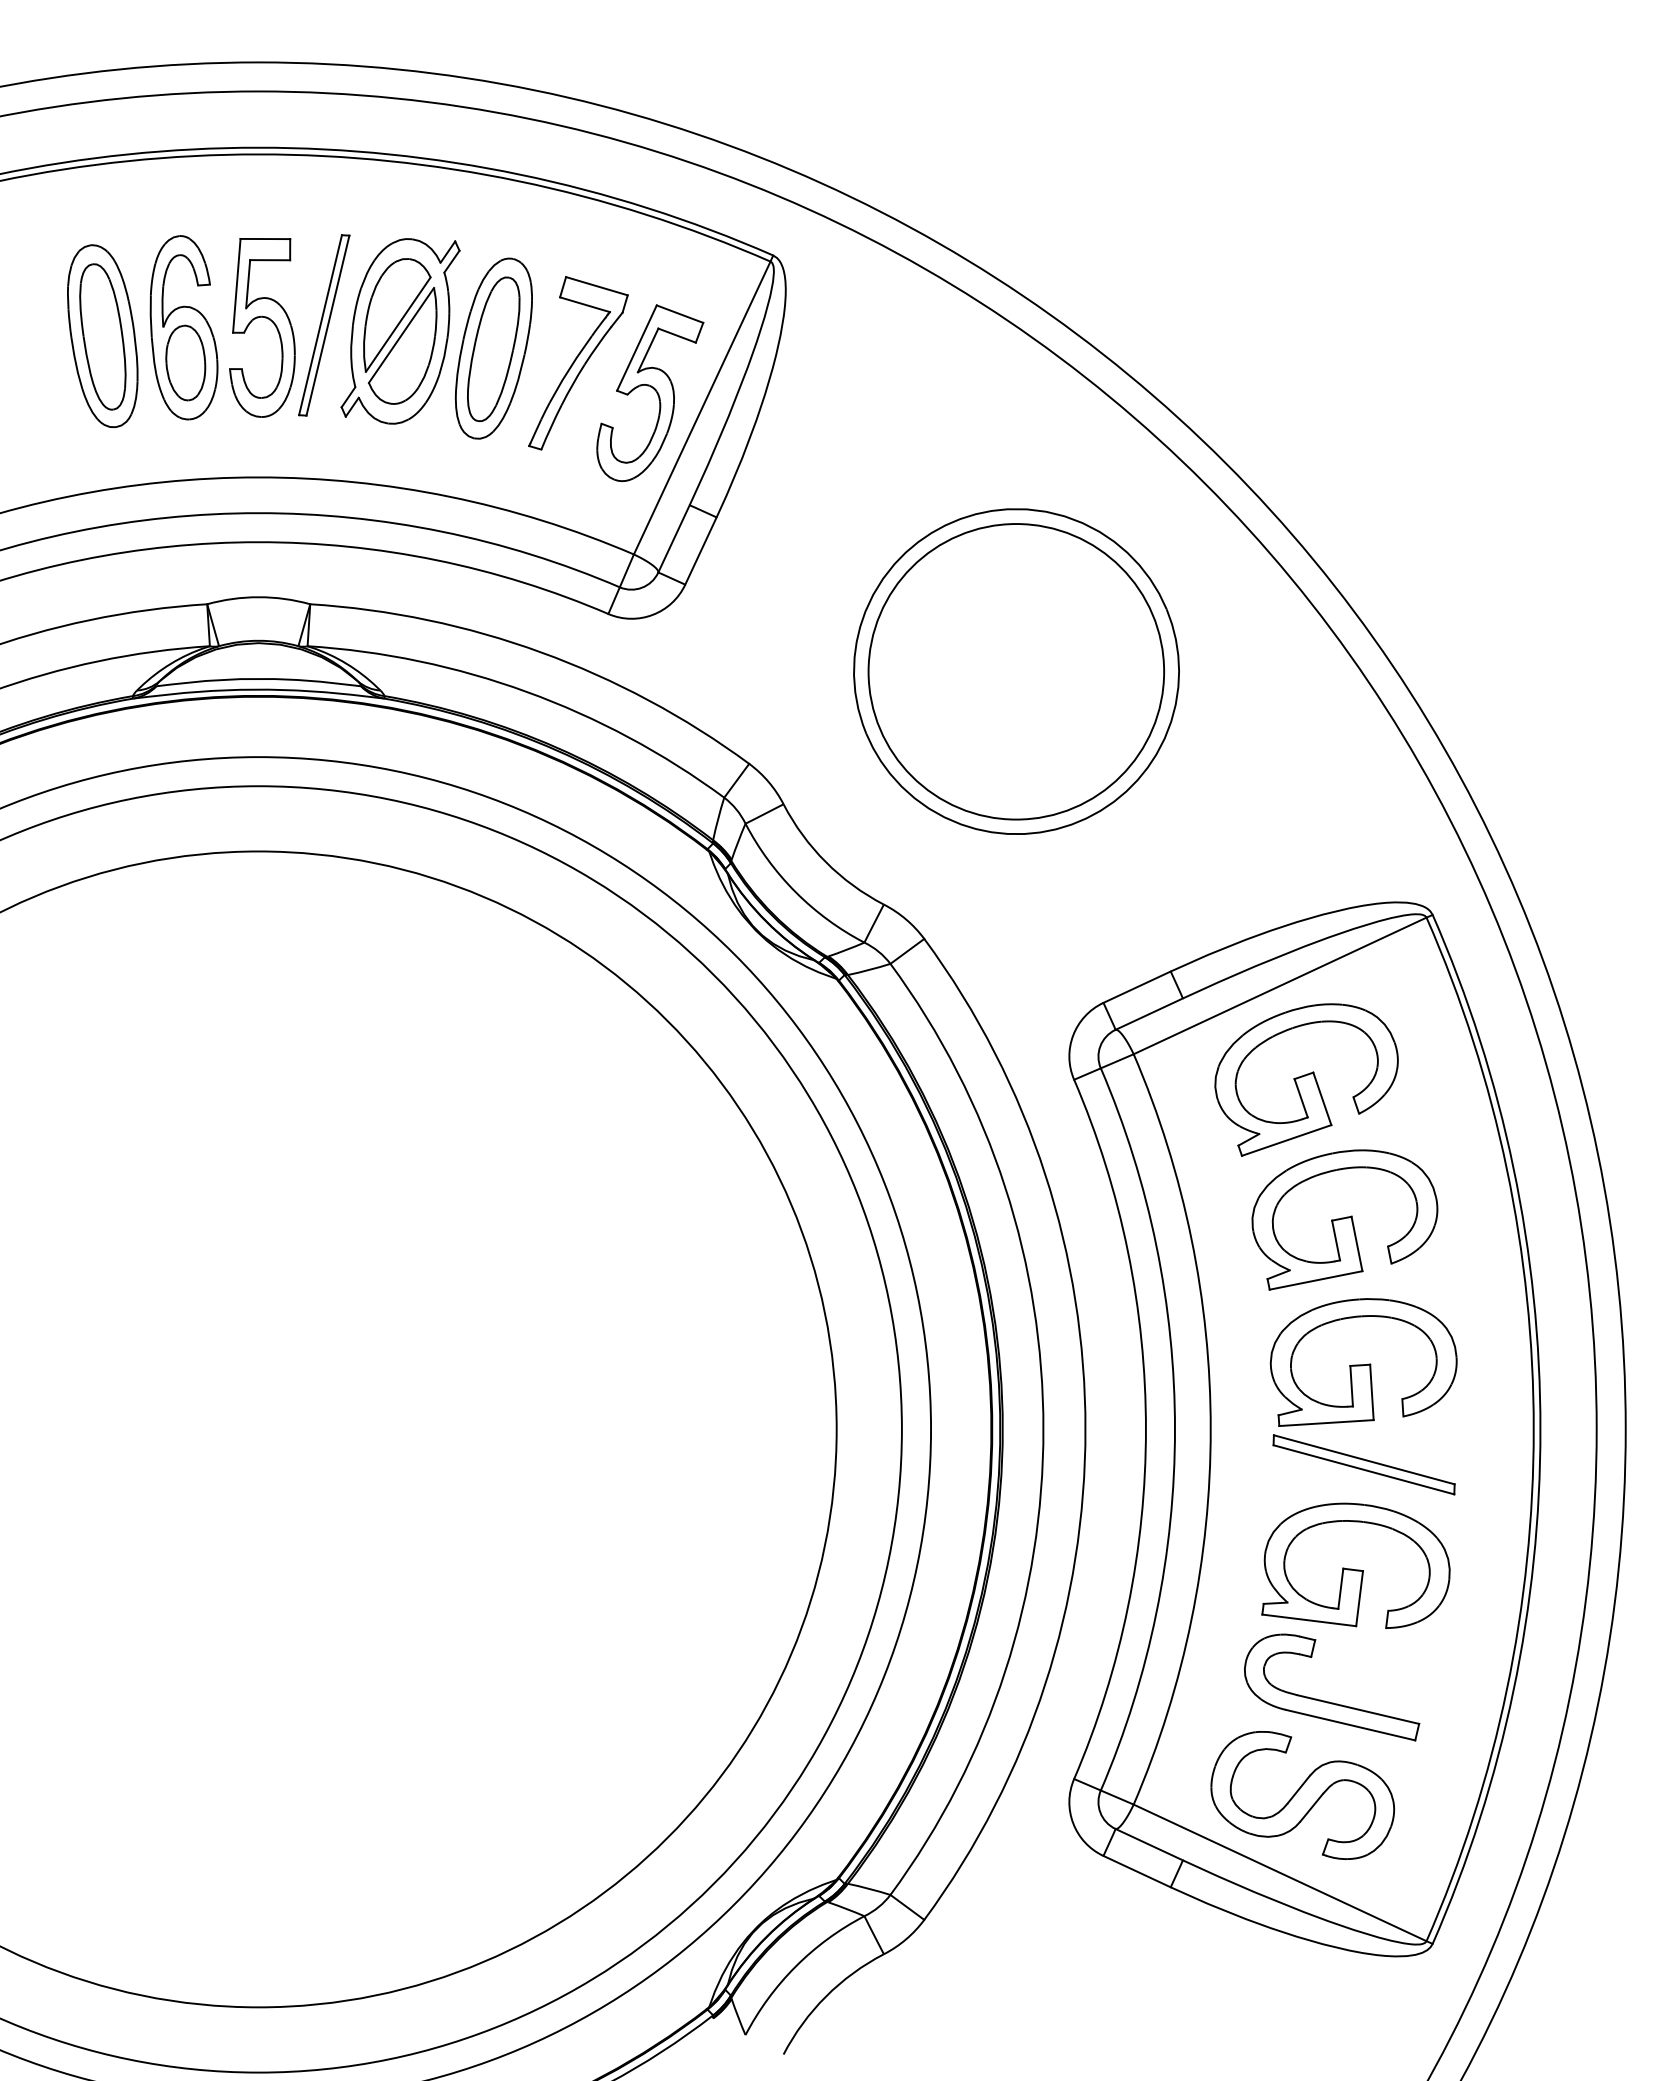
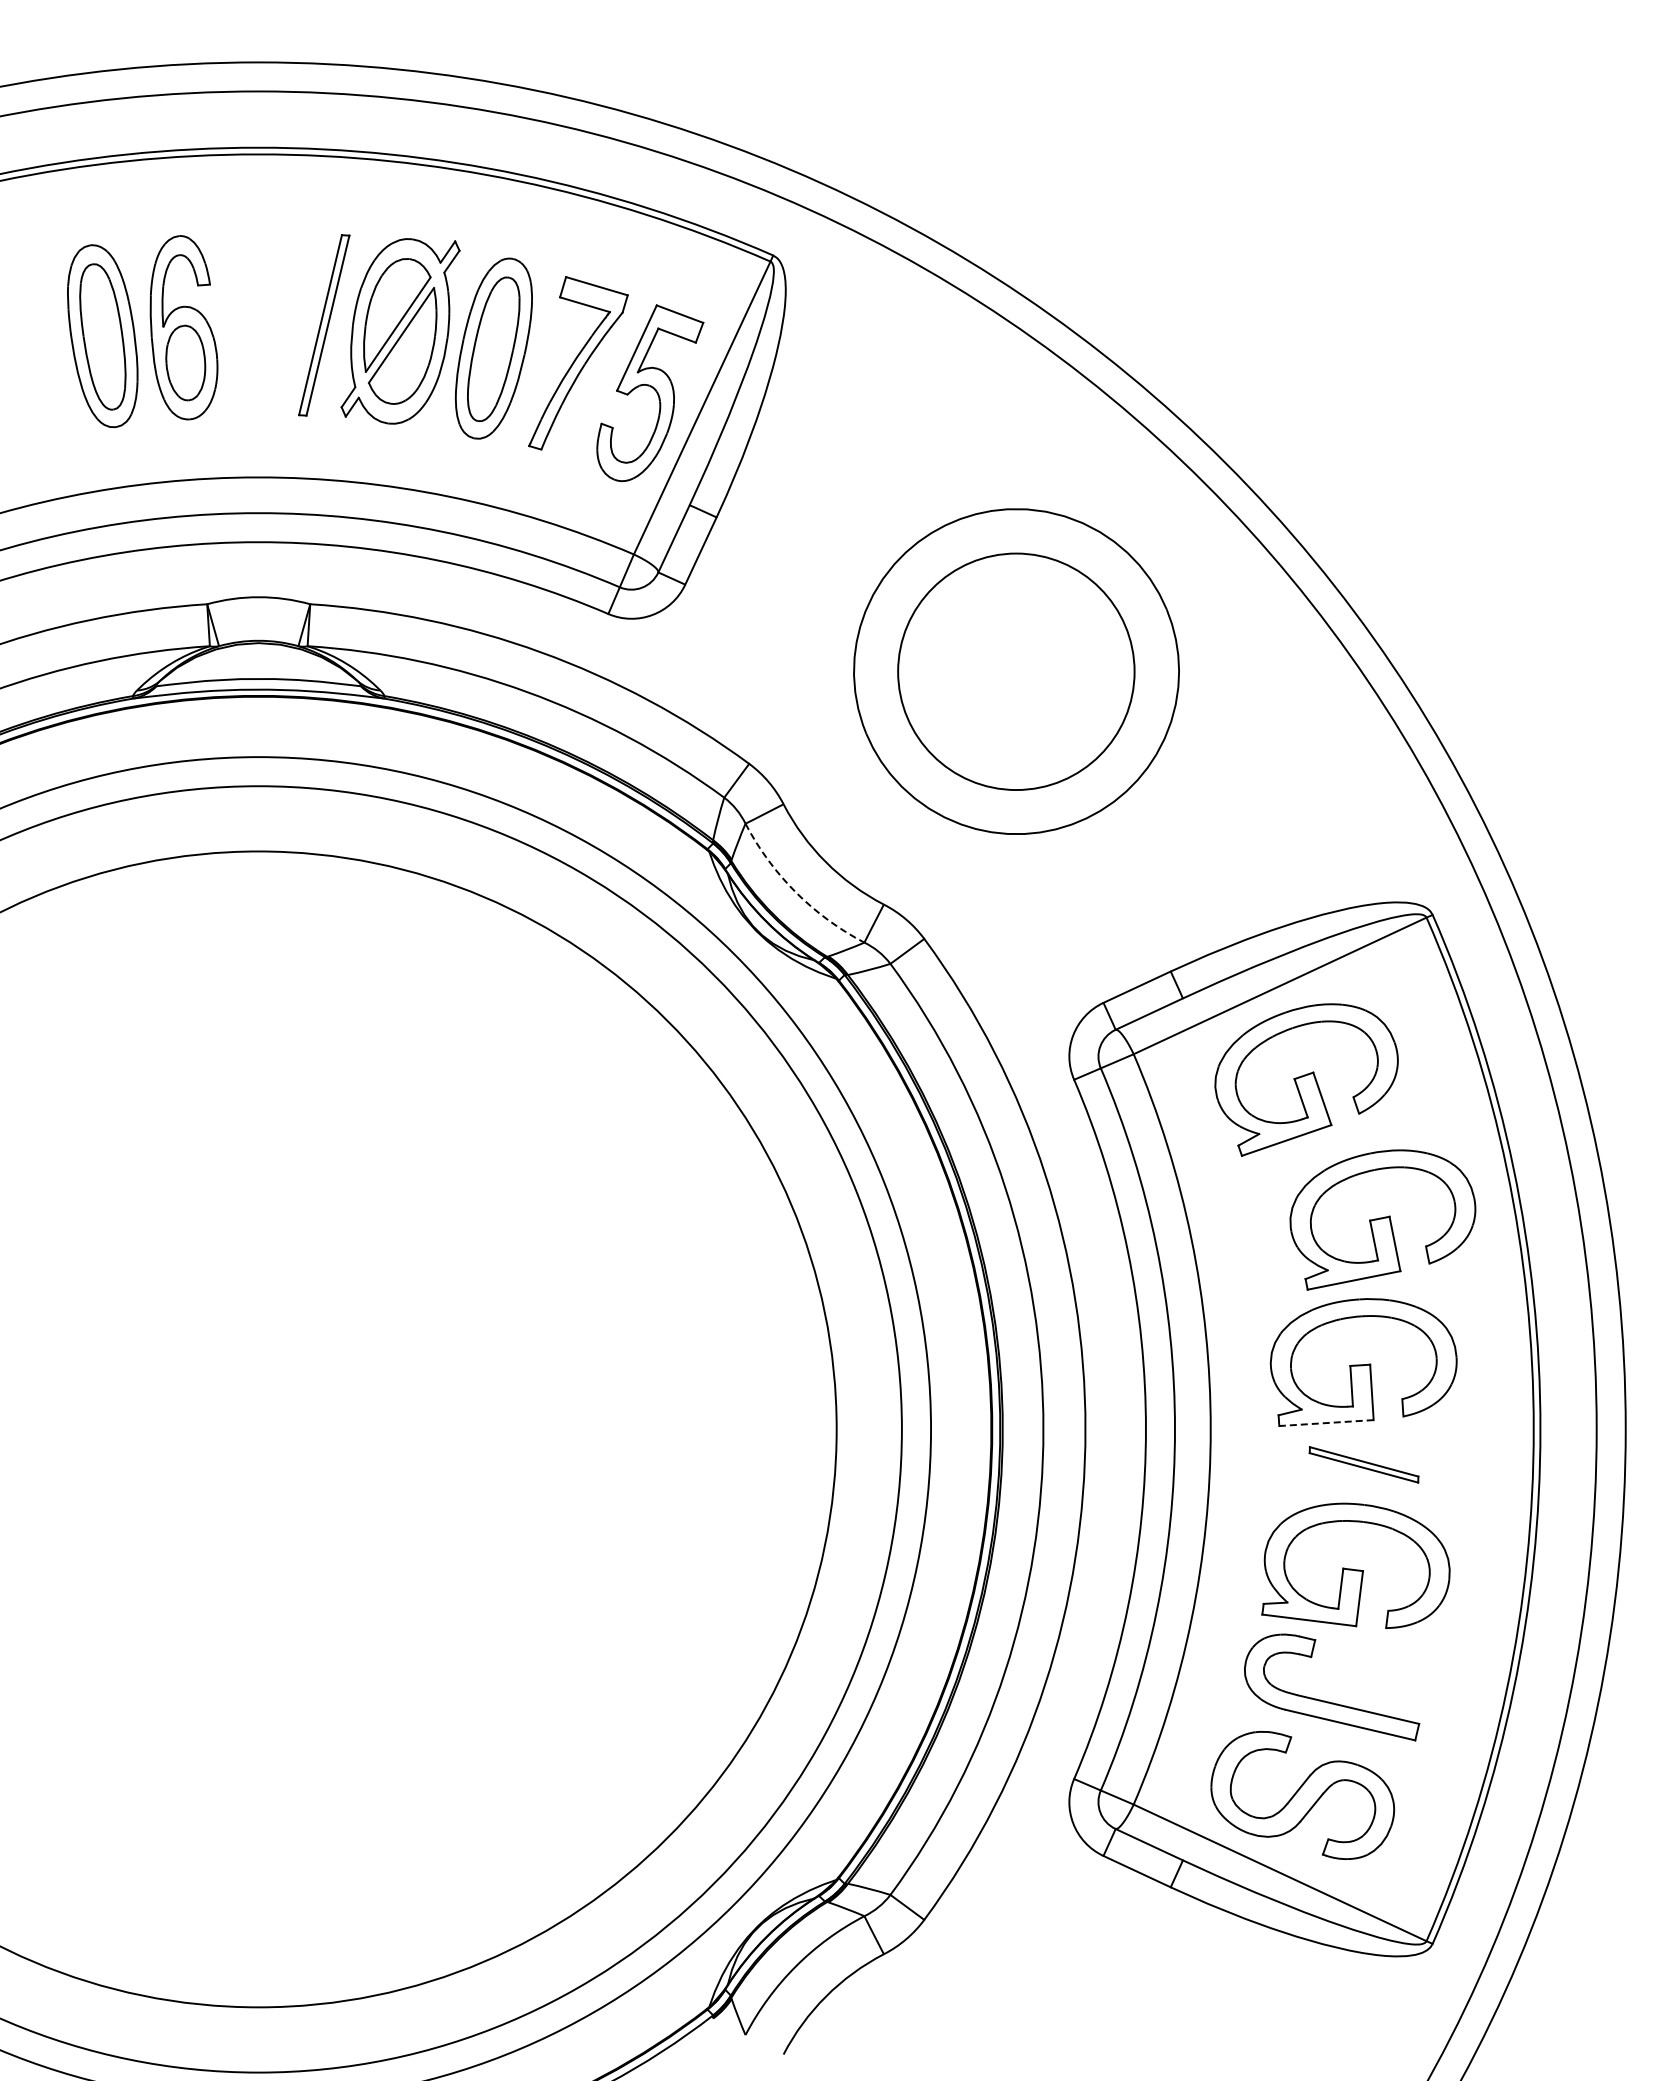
part at (265, 318): present -> none
circle at (1016, 671) diameter: 296 px -> 236 px
arc at (795, 892): solid -> dashed
part at (1344, 1219) position: (1344, 1219) -> (1382, 1219)
line at (1325, 1423): solid -> dashed
part at (1363, 1464) size: 184x62 px -> 112x38 px
